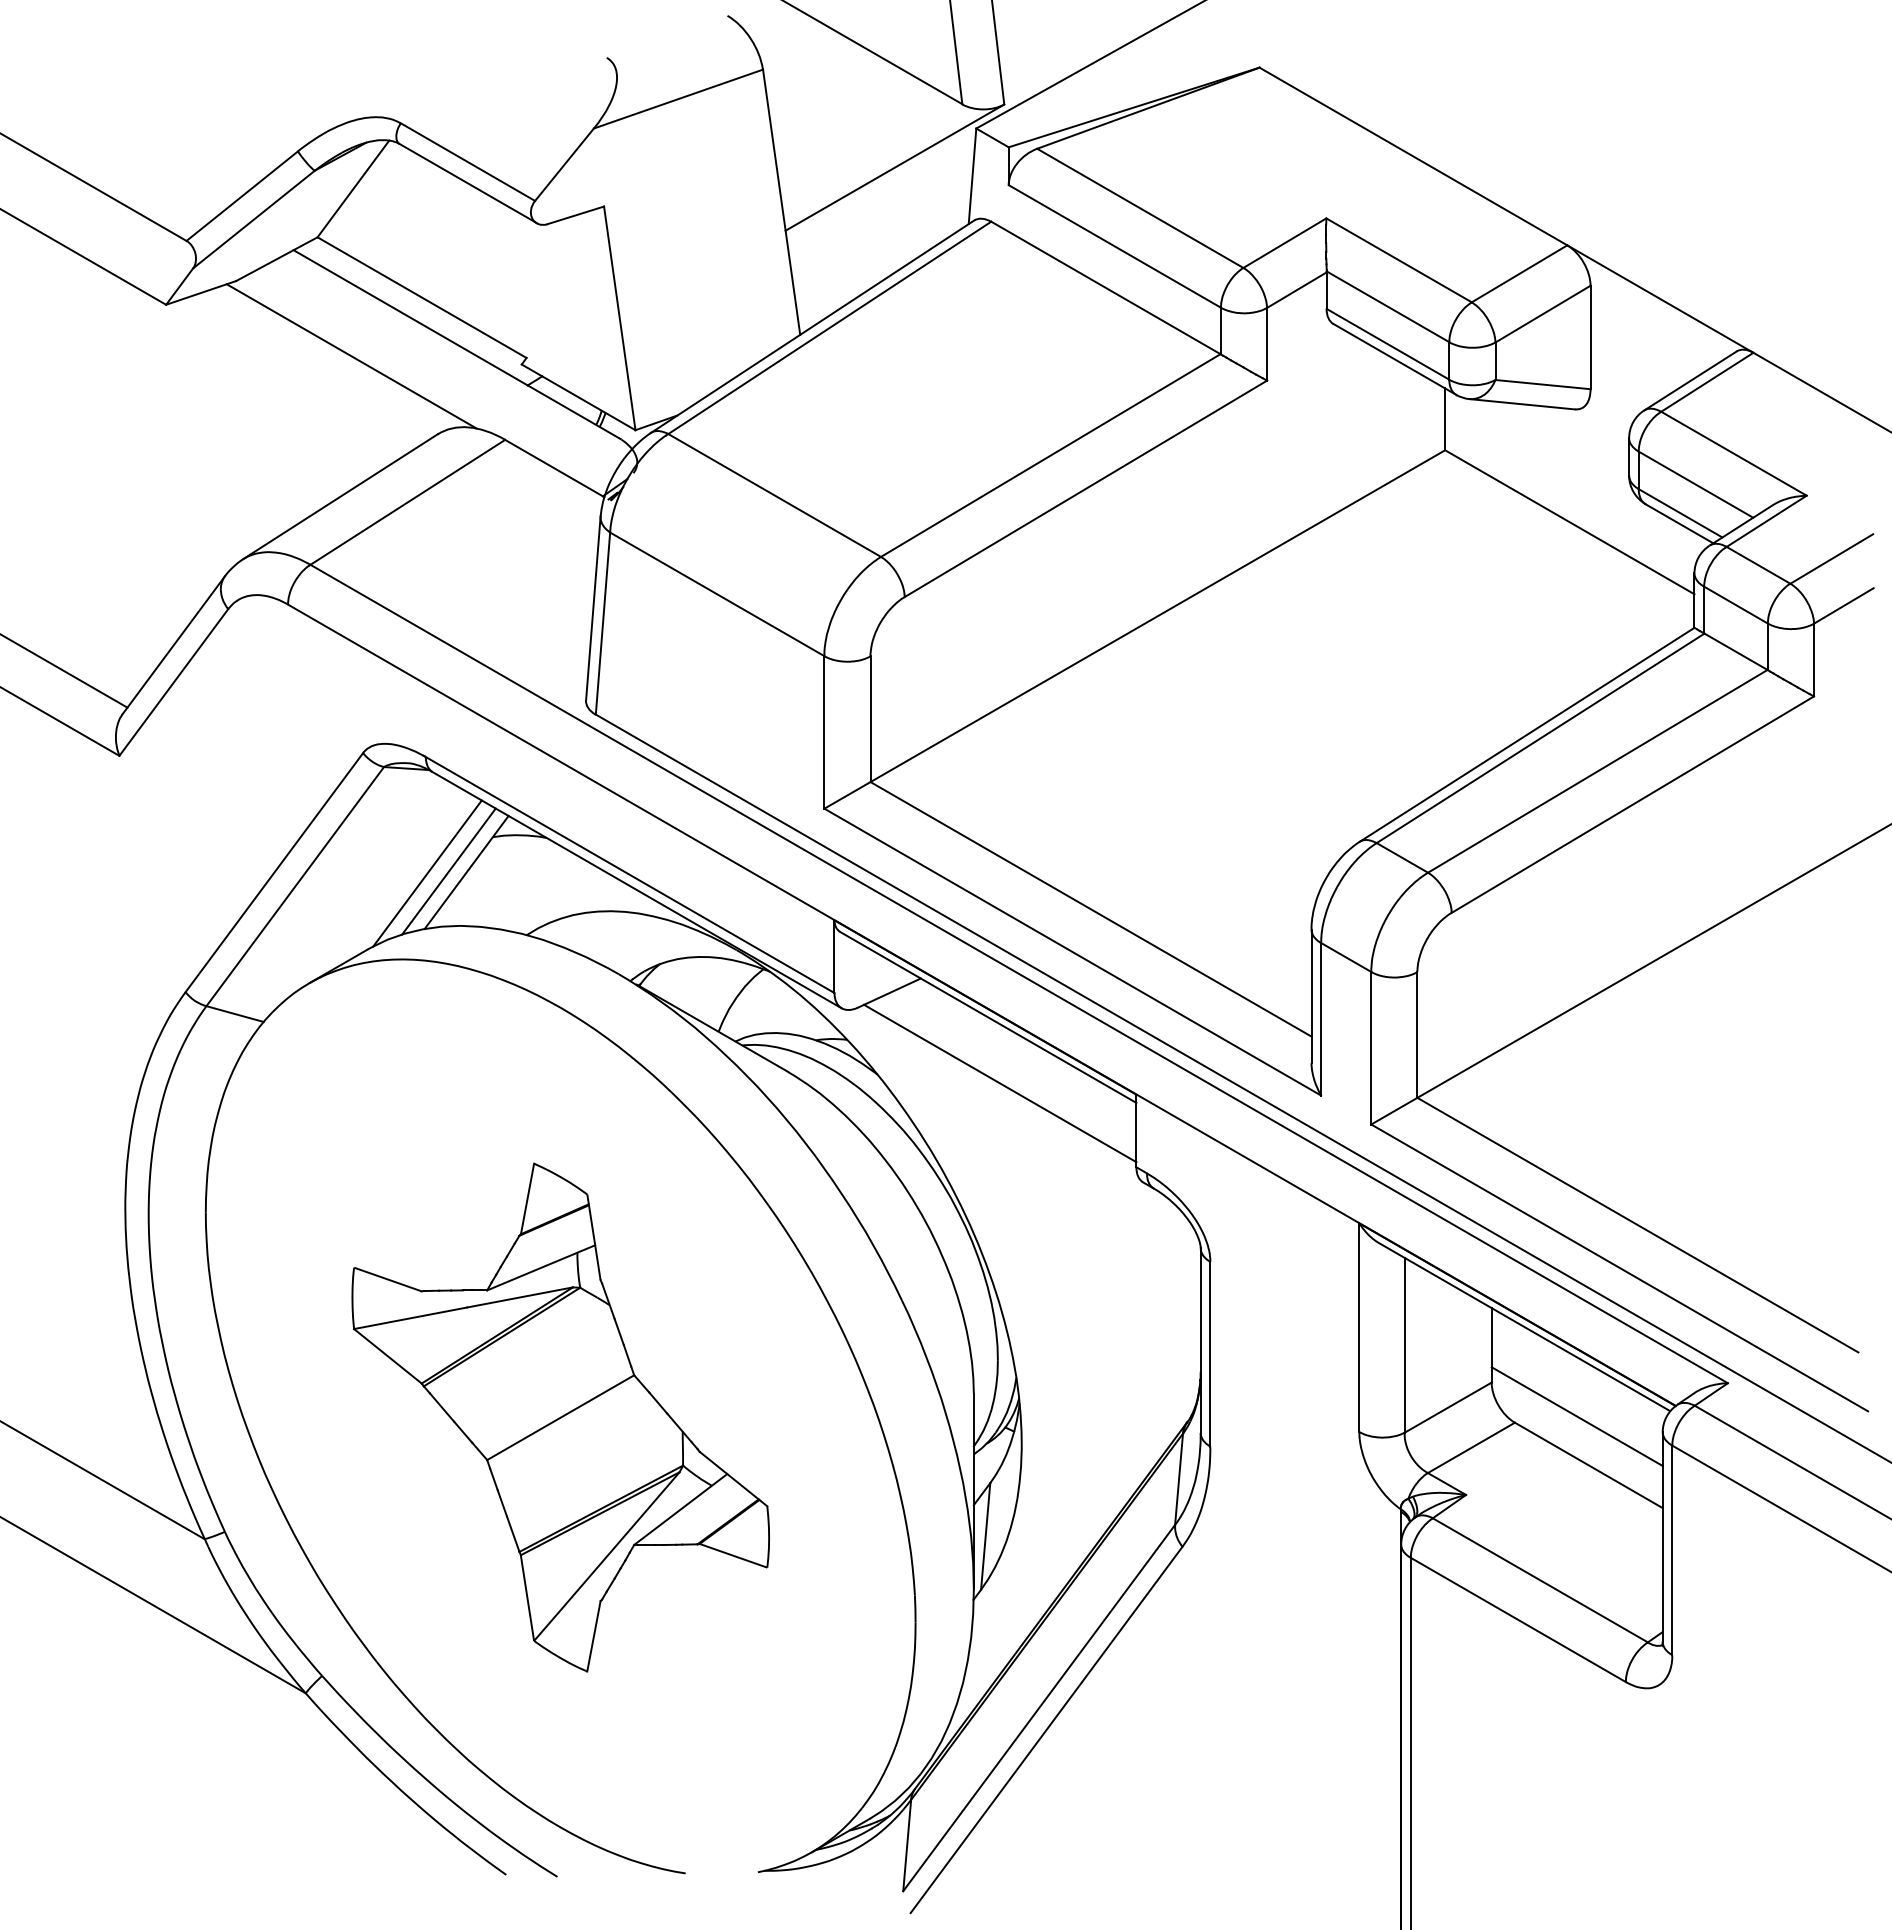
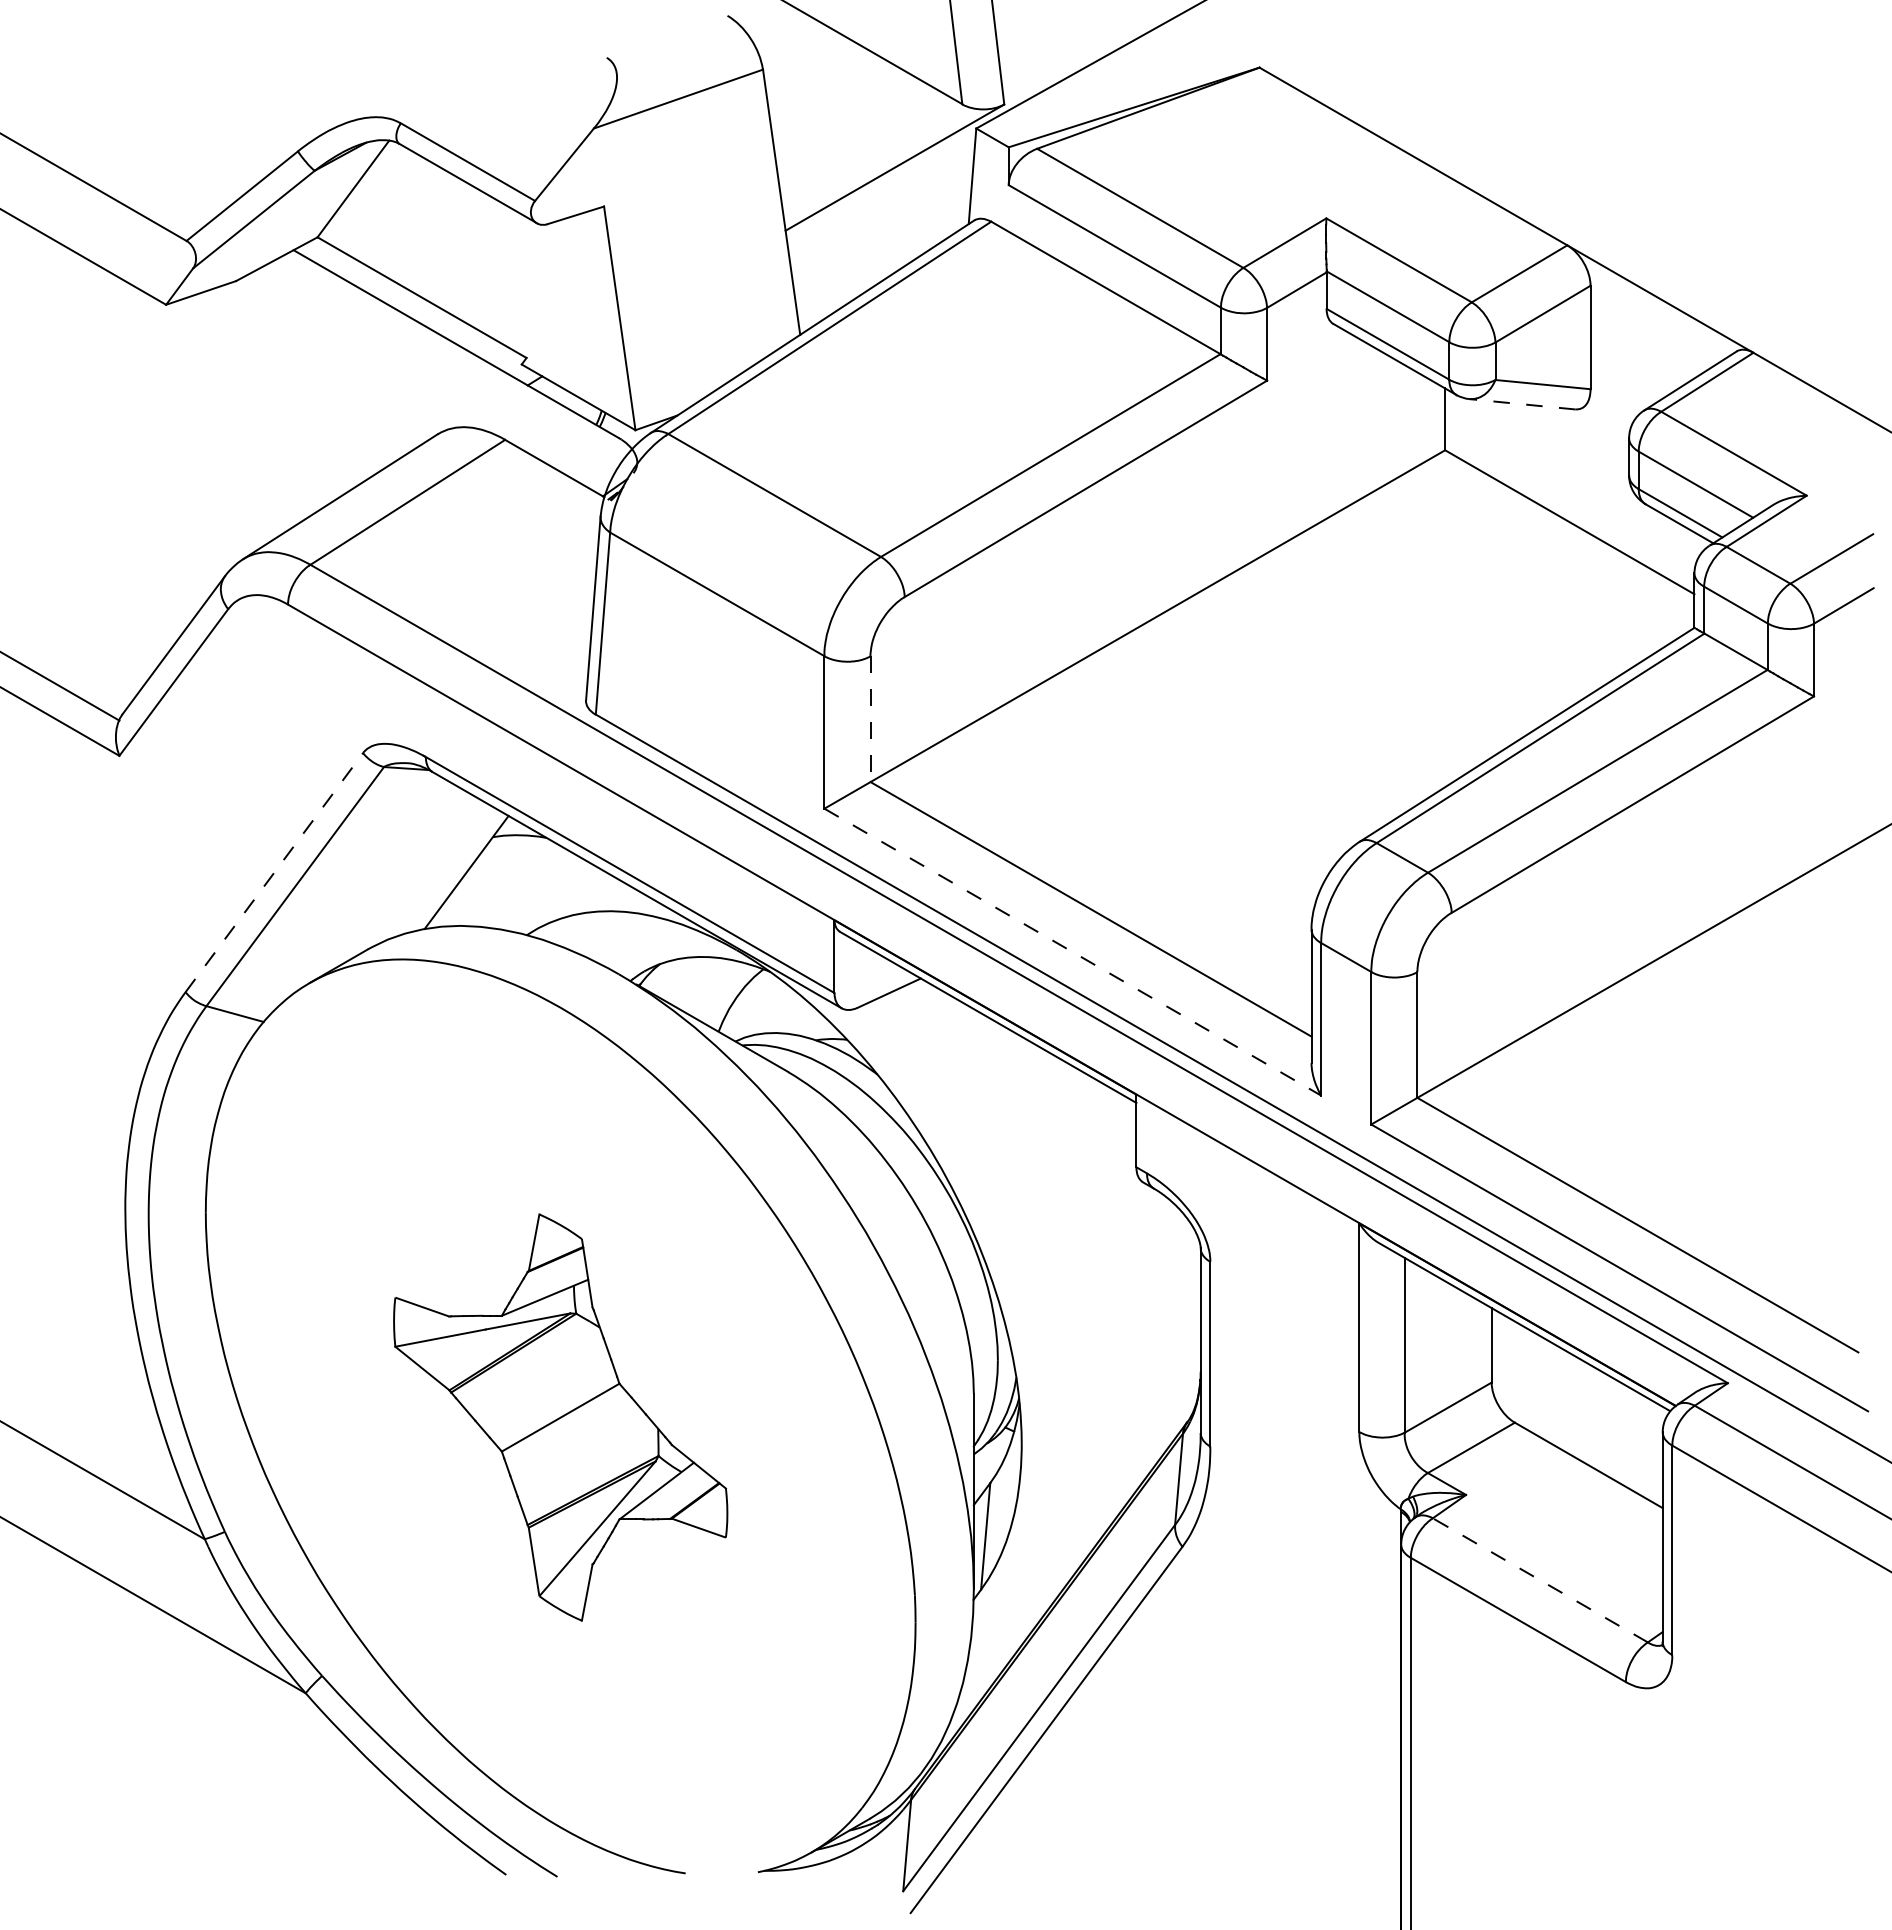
line at (351, 356): present -> none
line at (1521, 404): solid -> dashed
line at (64, 671) position: (64, 671) -> (60, 686)
line at (870, 719): solid -> dashed
line at (448, 871): present -> none
line at (274, 872): solid -> dashed
line at (427, 873): present -> none
line at (1072, 952): solid -> dashed
line at (1000, 1083): present -> none
line at (1576, 1416): present -> none
part at (560, 1417) size: 419x511 px -> 336x409 px
line at (1539, 1580): solid -> dashed
